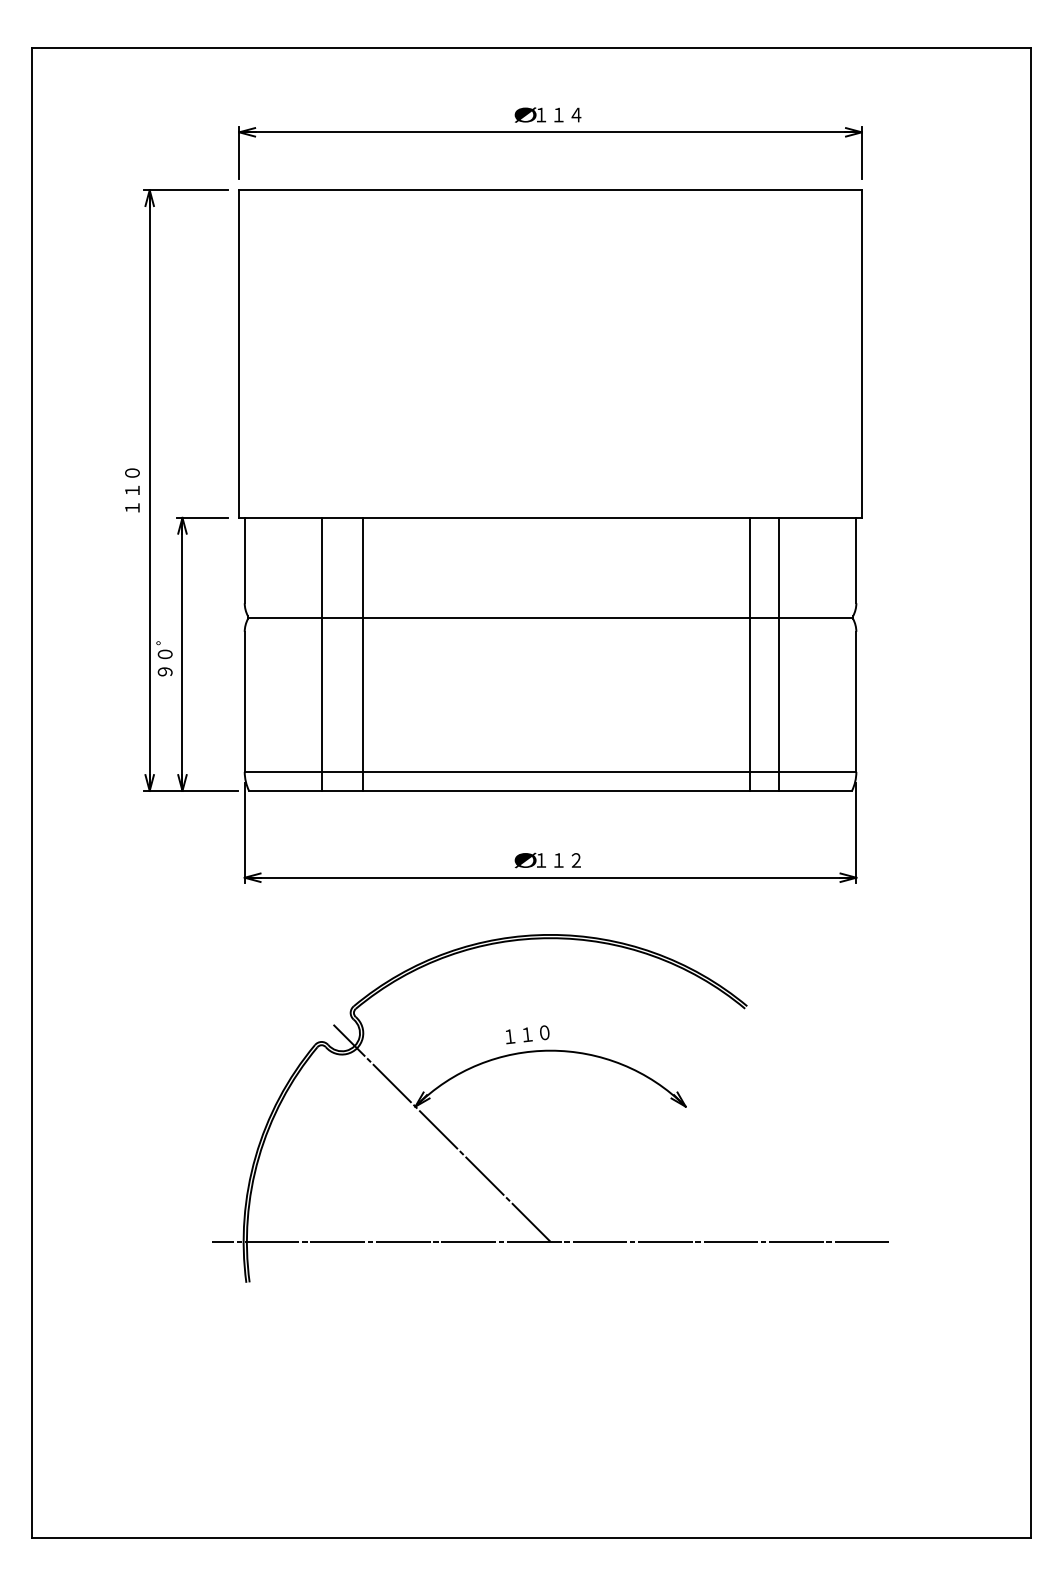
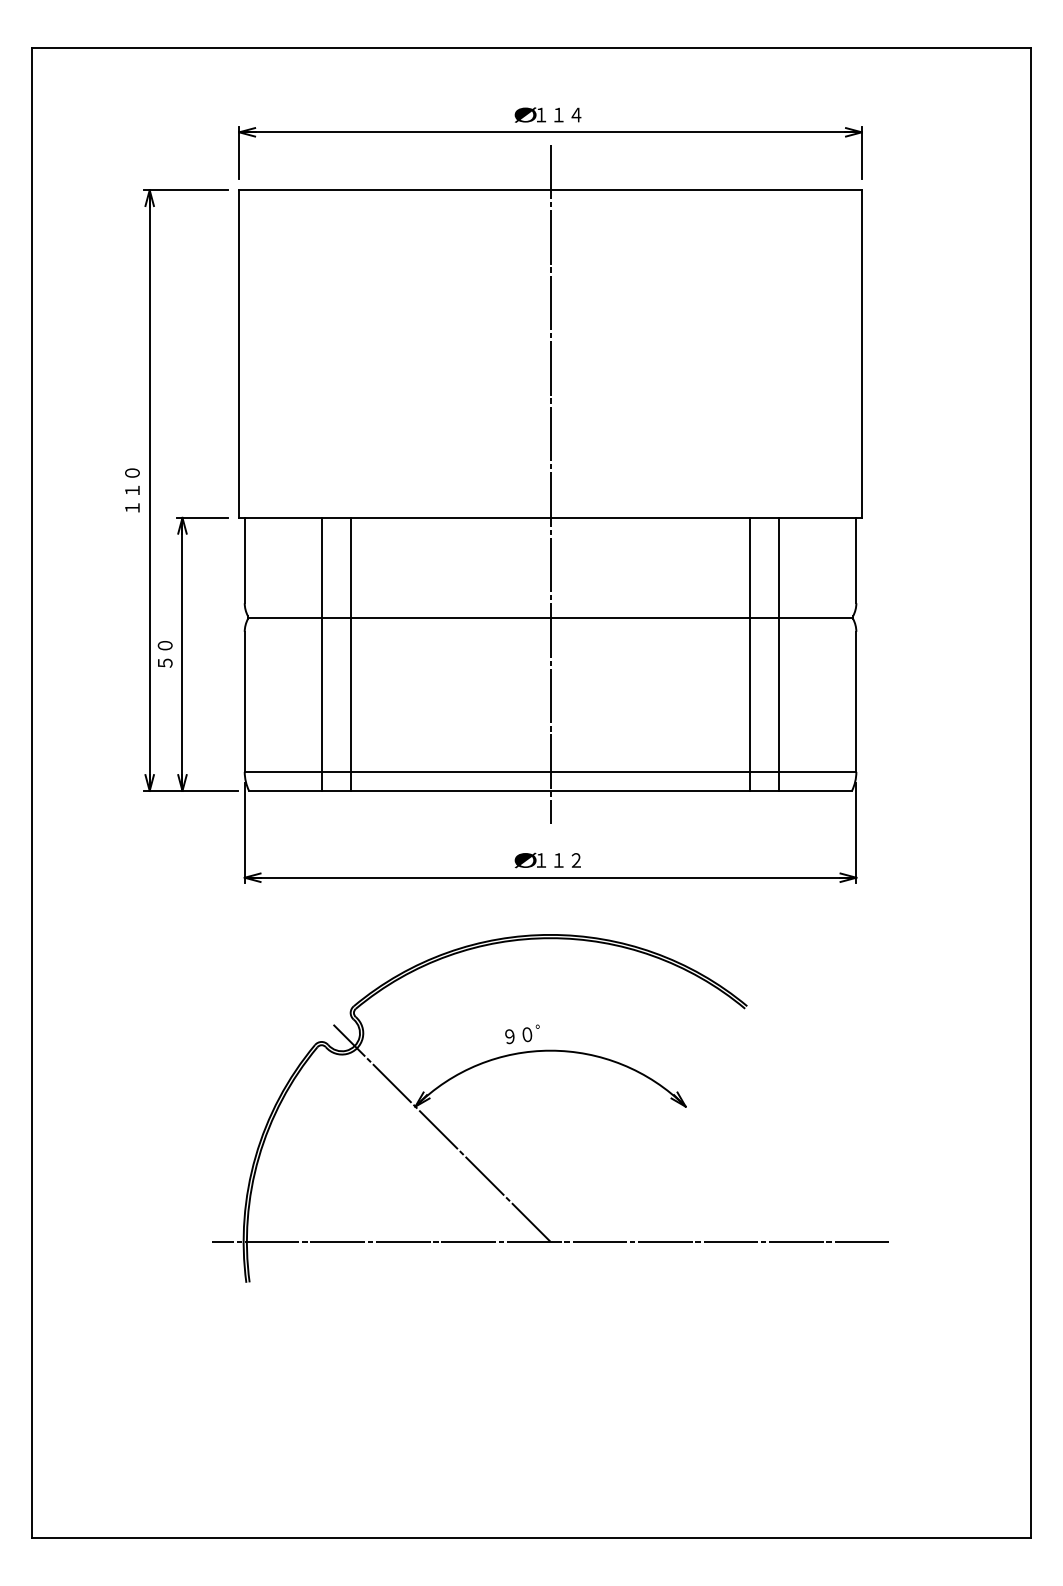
line at (550, 483): none -> present
line at (362, 653) position: (362, 653) -> (350, 653)
text at (164, 658): ９０゜ -> ５０
text at (527, 1034): １１０ -> ９０゜
